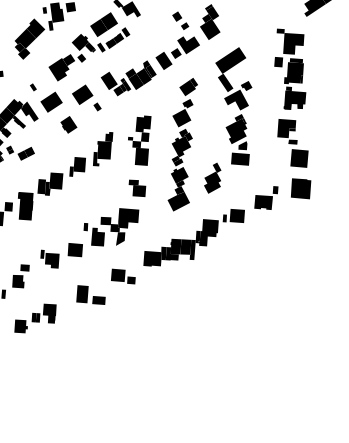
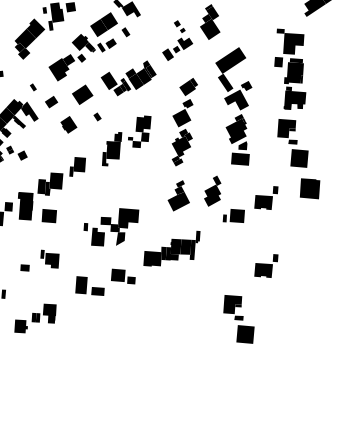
fill at (118, 37): present -> none
part at (177, 40) size: 45x59 px -> 32x41 px
part at (51, 101) size: 23x22 px -> 14x13 px
part at (97, 106) position: (97, 106) -> (97, 116)
part at (103, 149) position: (103, 149) -> (112, 149)
fill at (29, 151): present -> none
fill at (141, 156): present -> none
fill at (179, 174): present -> none
part at (212, 177) position: (212, 177) -> (212, 190)
part at (137, 187): present -> none
part at (301, 188) position: (301, 188) -> (310, 188)
fill at (208, 232): present -> none
part at (74, 250) position: (74, 250) -> (48, 216)
part at (266, 265): none -> present
fill at (18, 281): present -> none
part at (90, 294) position: (90, 294) -> (89, 285)
part at (238, 319): none -> present
